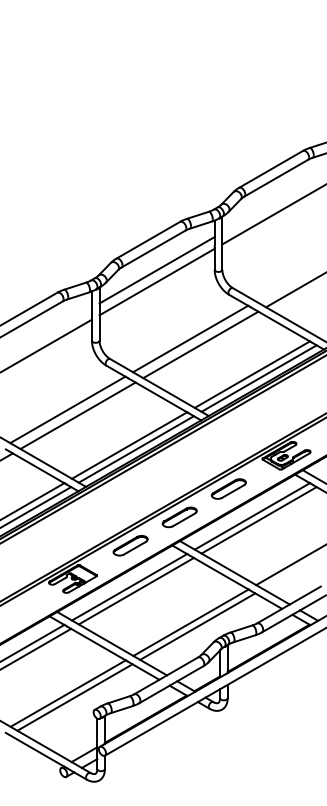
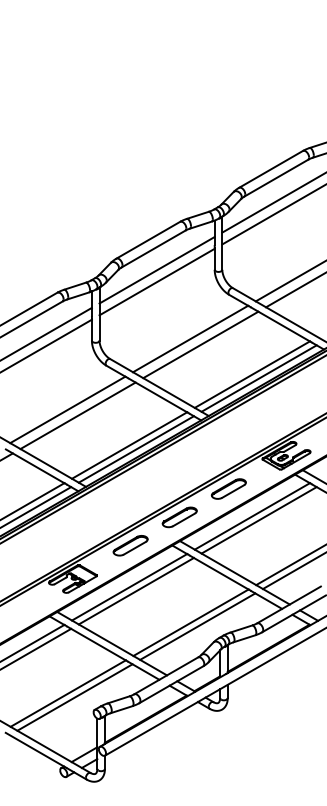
line at (272, 203): none -> present
line at (289, 281): none -> present
line at (46, 333): none -> present
line at (292, 571): none -> present
